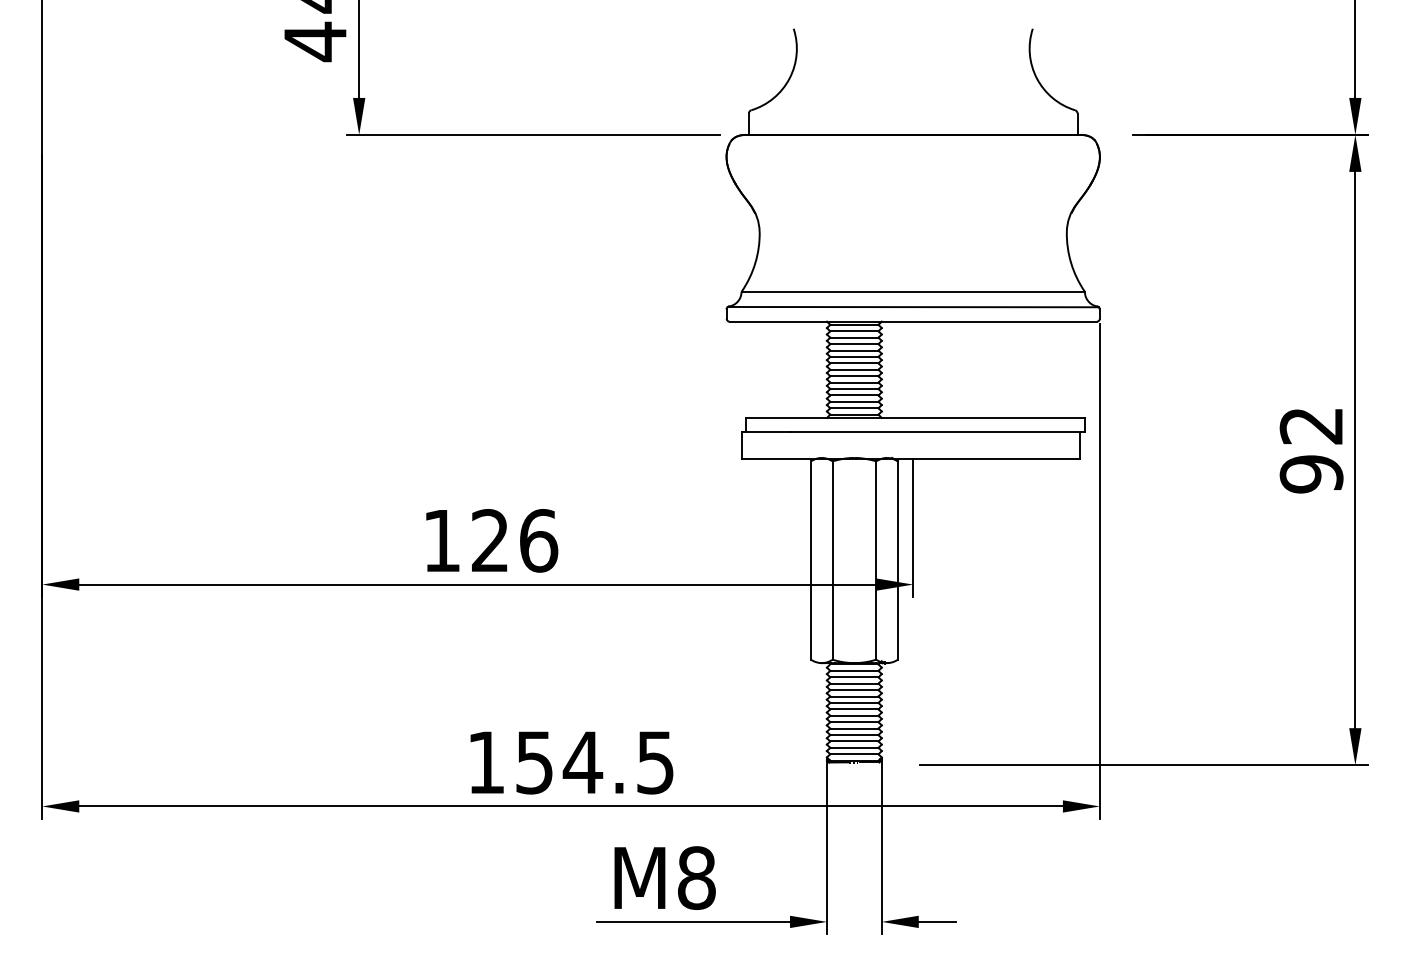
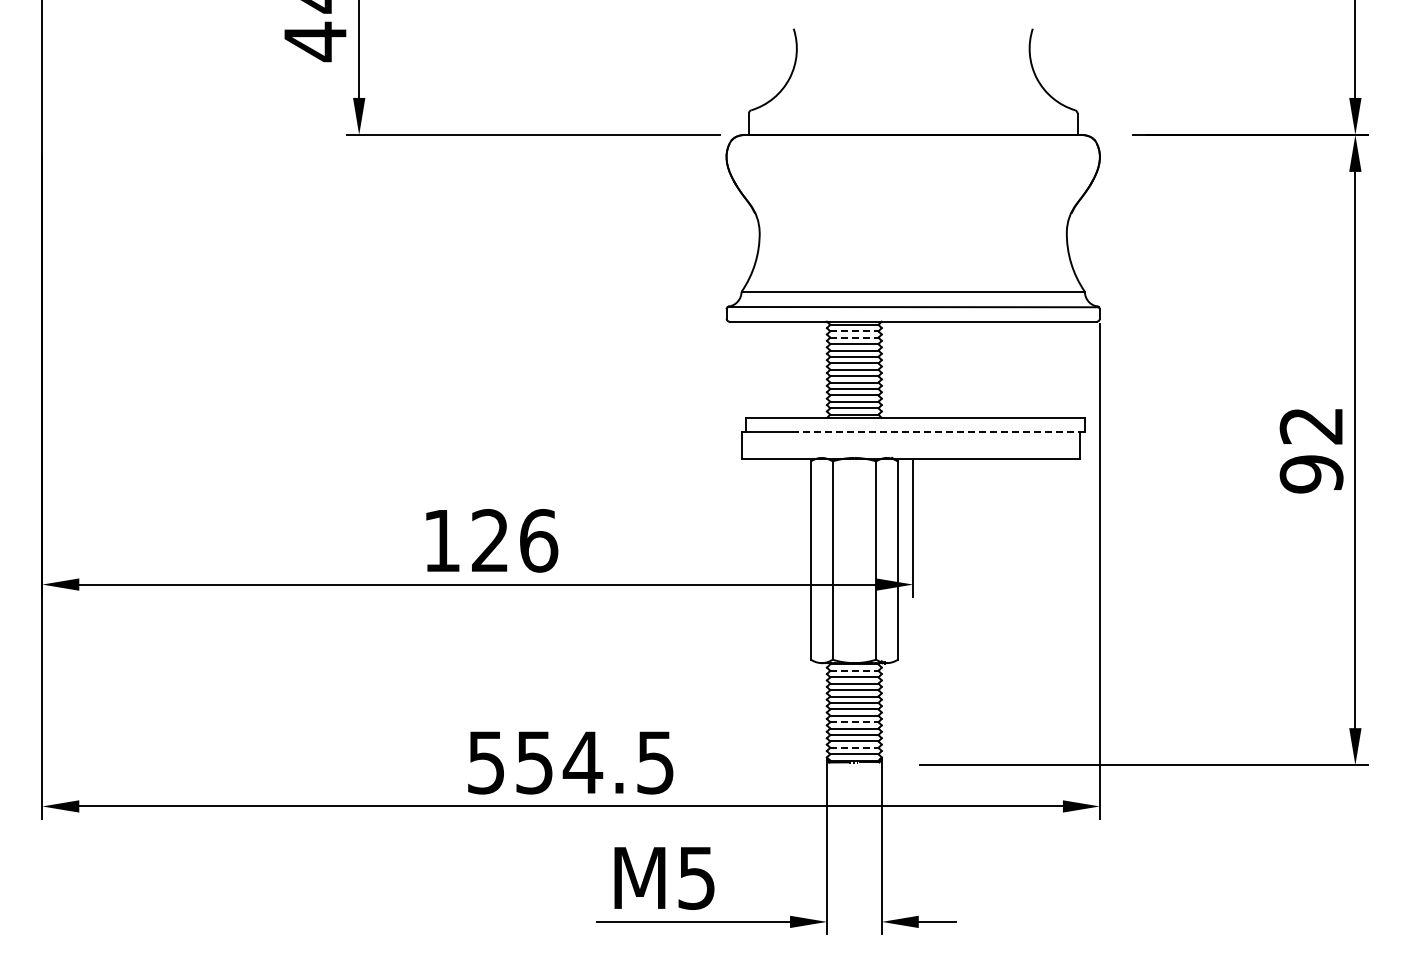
line at (854, 331): solid -> dashed
line at (854, 337): solid -> dashed
line at (938, 431): solid -> dashed
line at (854, 670): solid -> dashed
line at (854, 722): solid -> dashed
line at (854, 747): solid -> dashed
text at (485, 762): 154.5 -> 554.5
text at (696, 877): M8 -> M5
